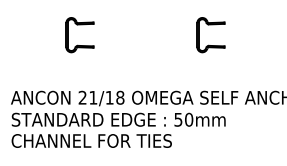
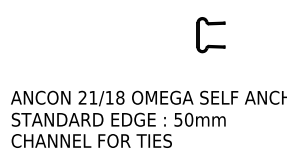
part at (77, 44): present -> none
